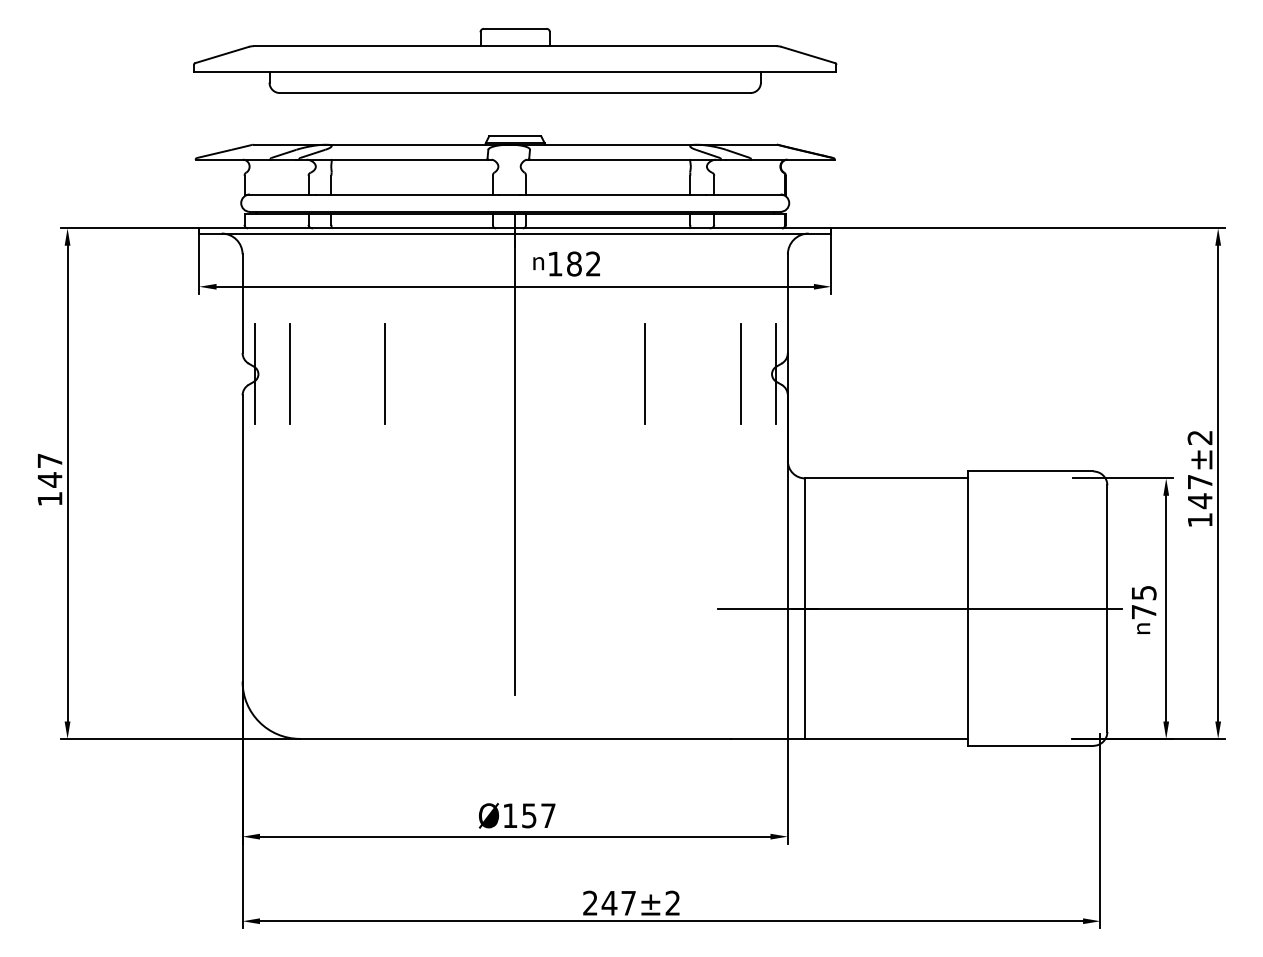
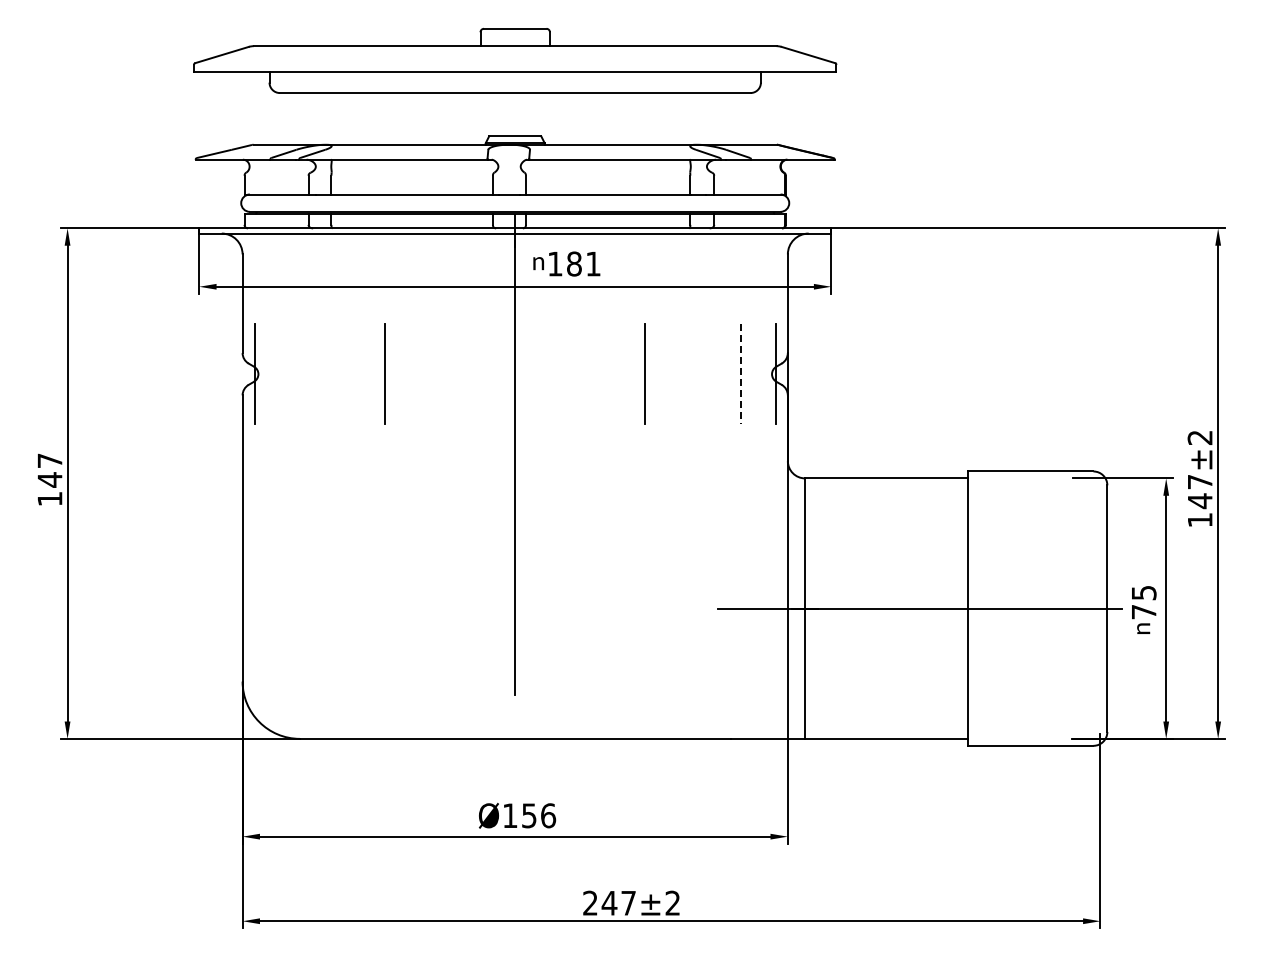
text at (593, 263): 182 -> 181
line at (289, 373): present -> none
line at (740, 374): solid -> dashed
text at (548, 815): 157 -> 156
